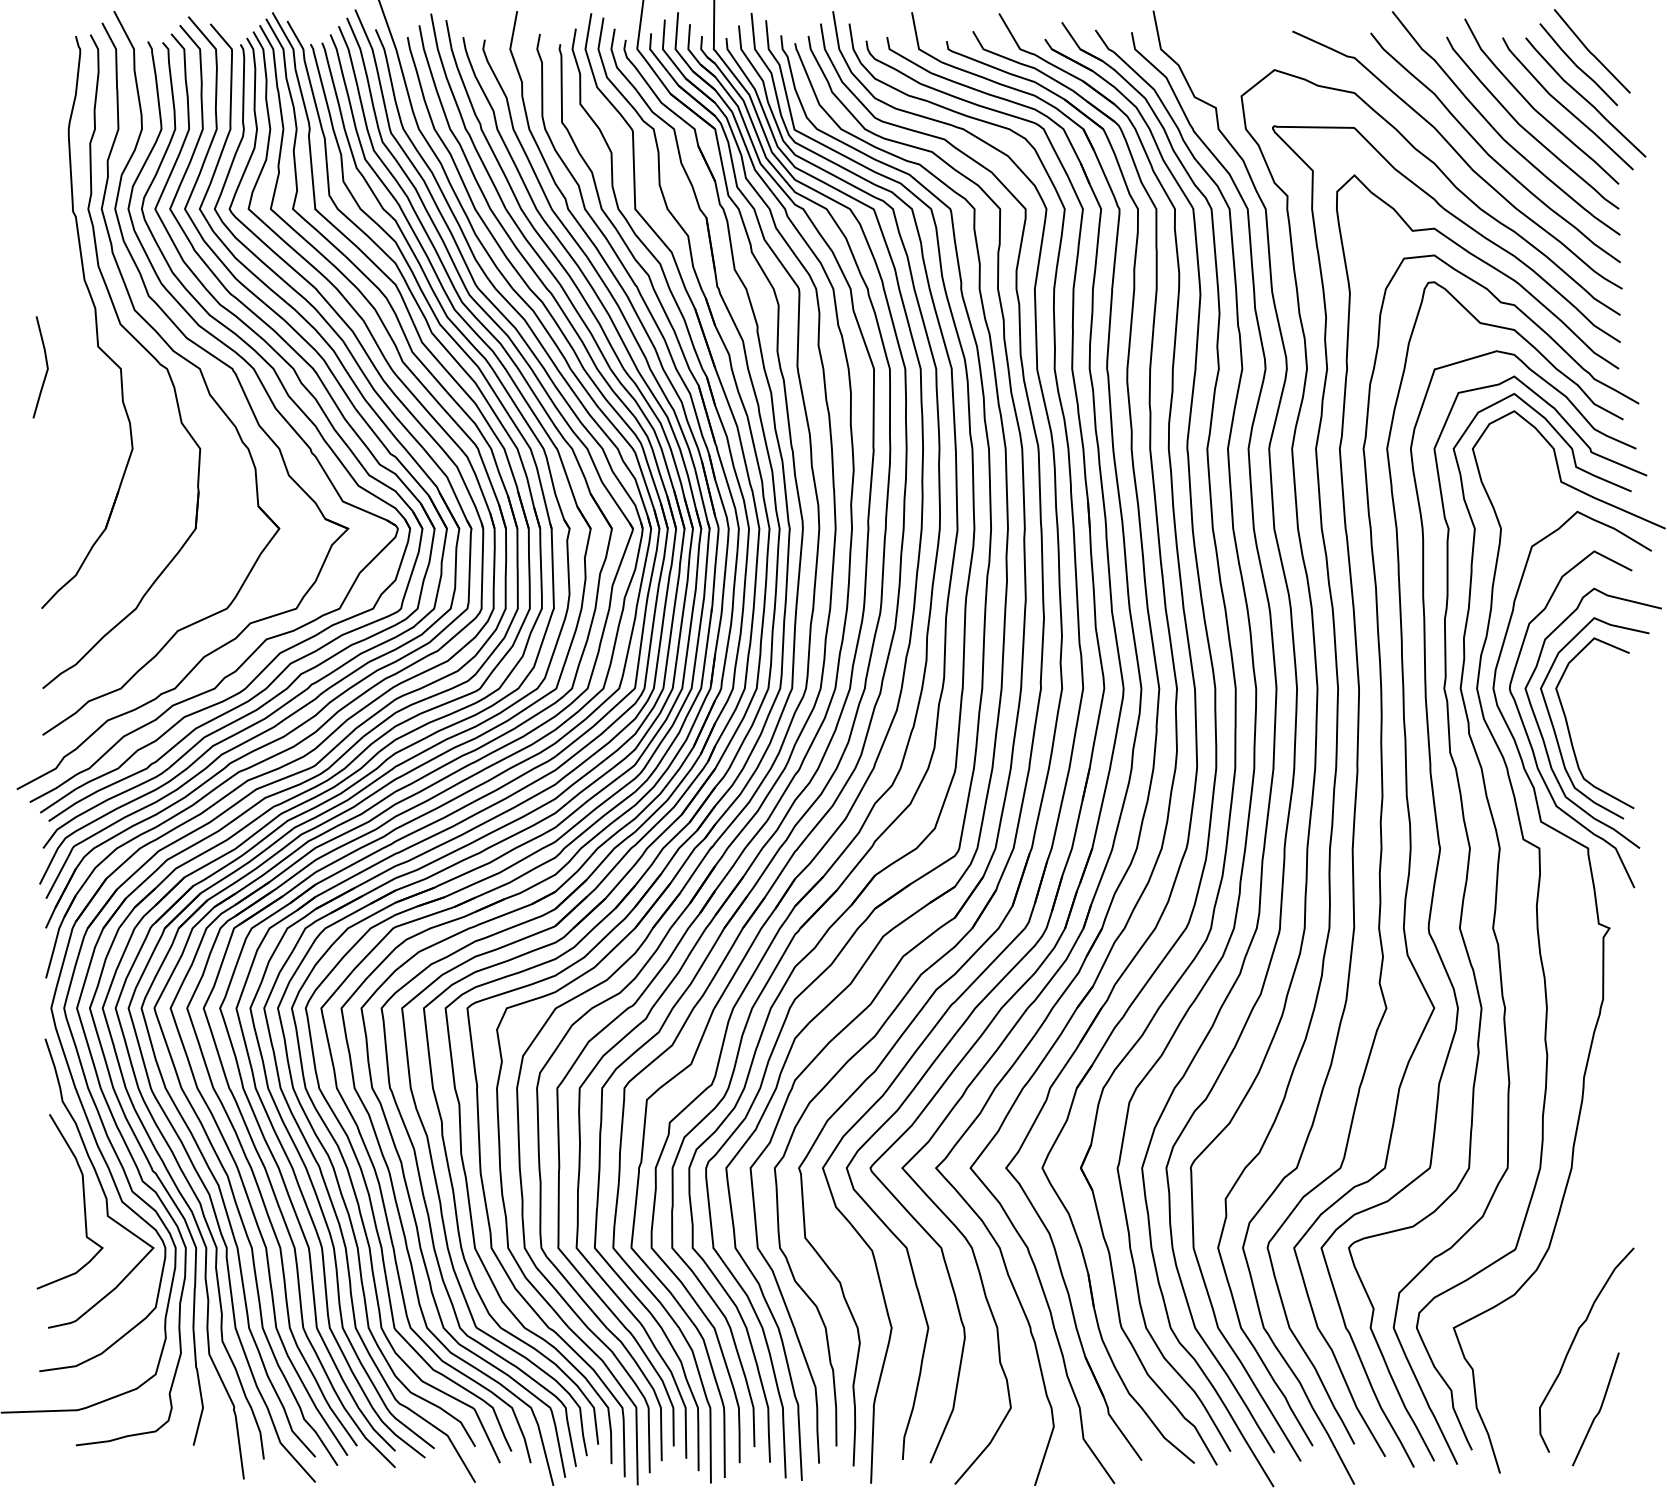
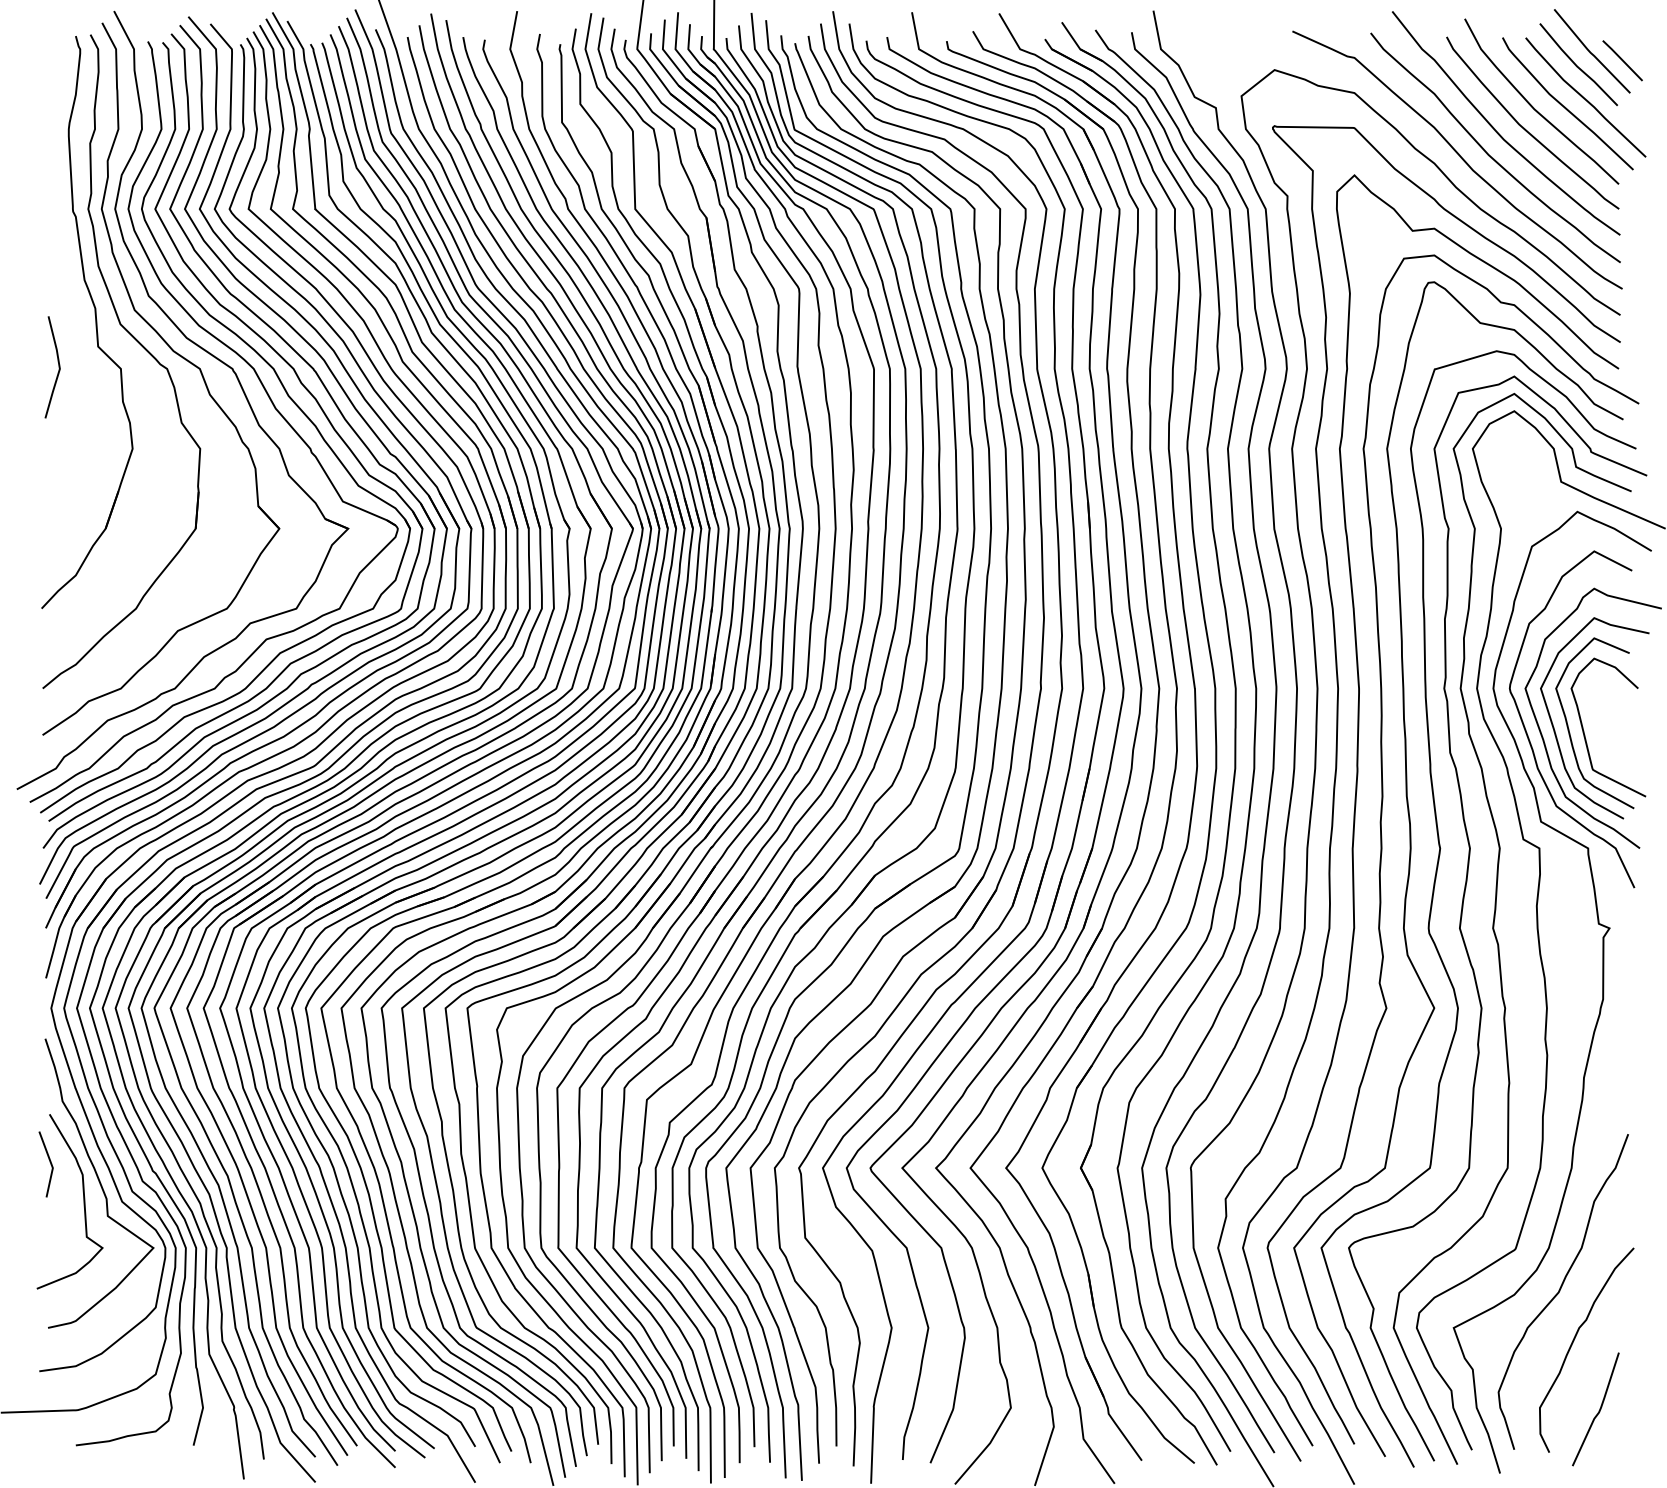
line at (1622, 60): none -> present
line at (46, 367) position: (46, 367) -> (58, 367)
curve at (1584, 730): none -> present
line at (49, 1162): none -> present
curve at (1560, 1291): none -> present
